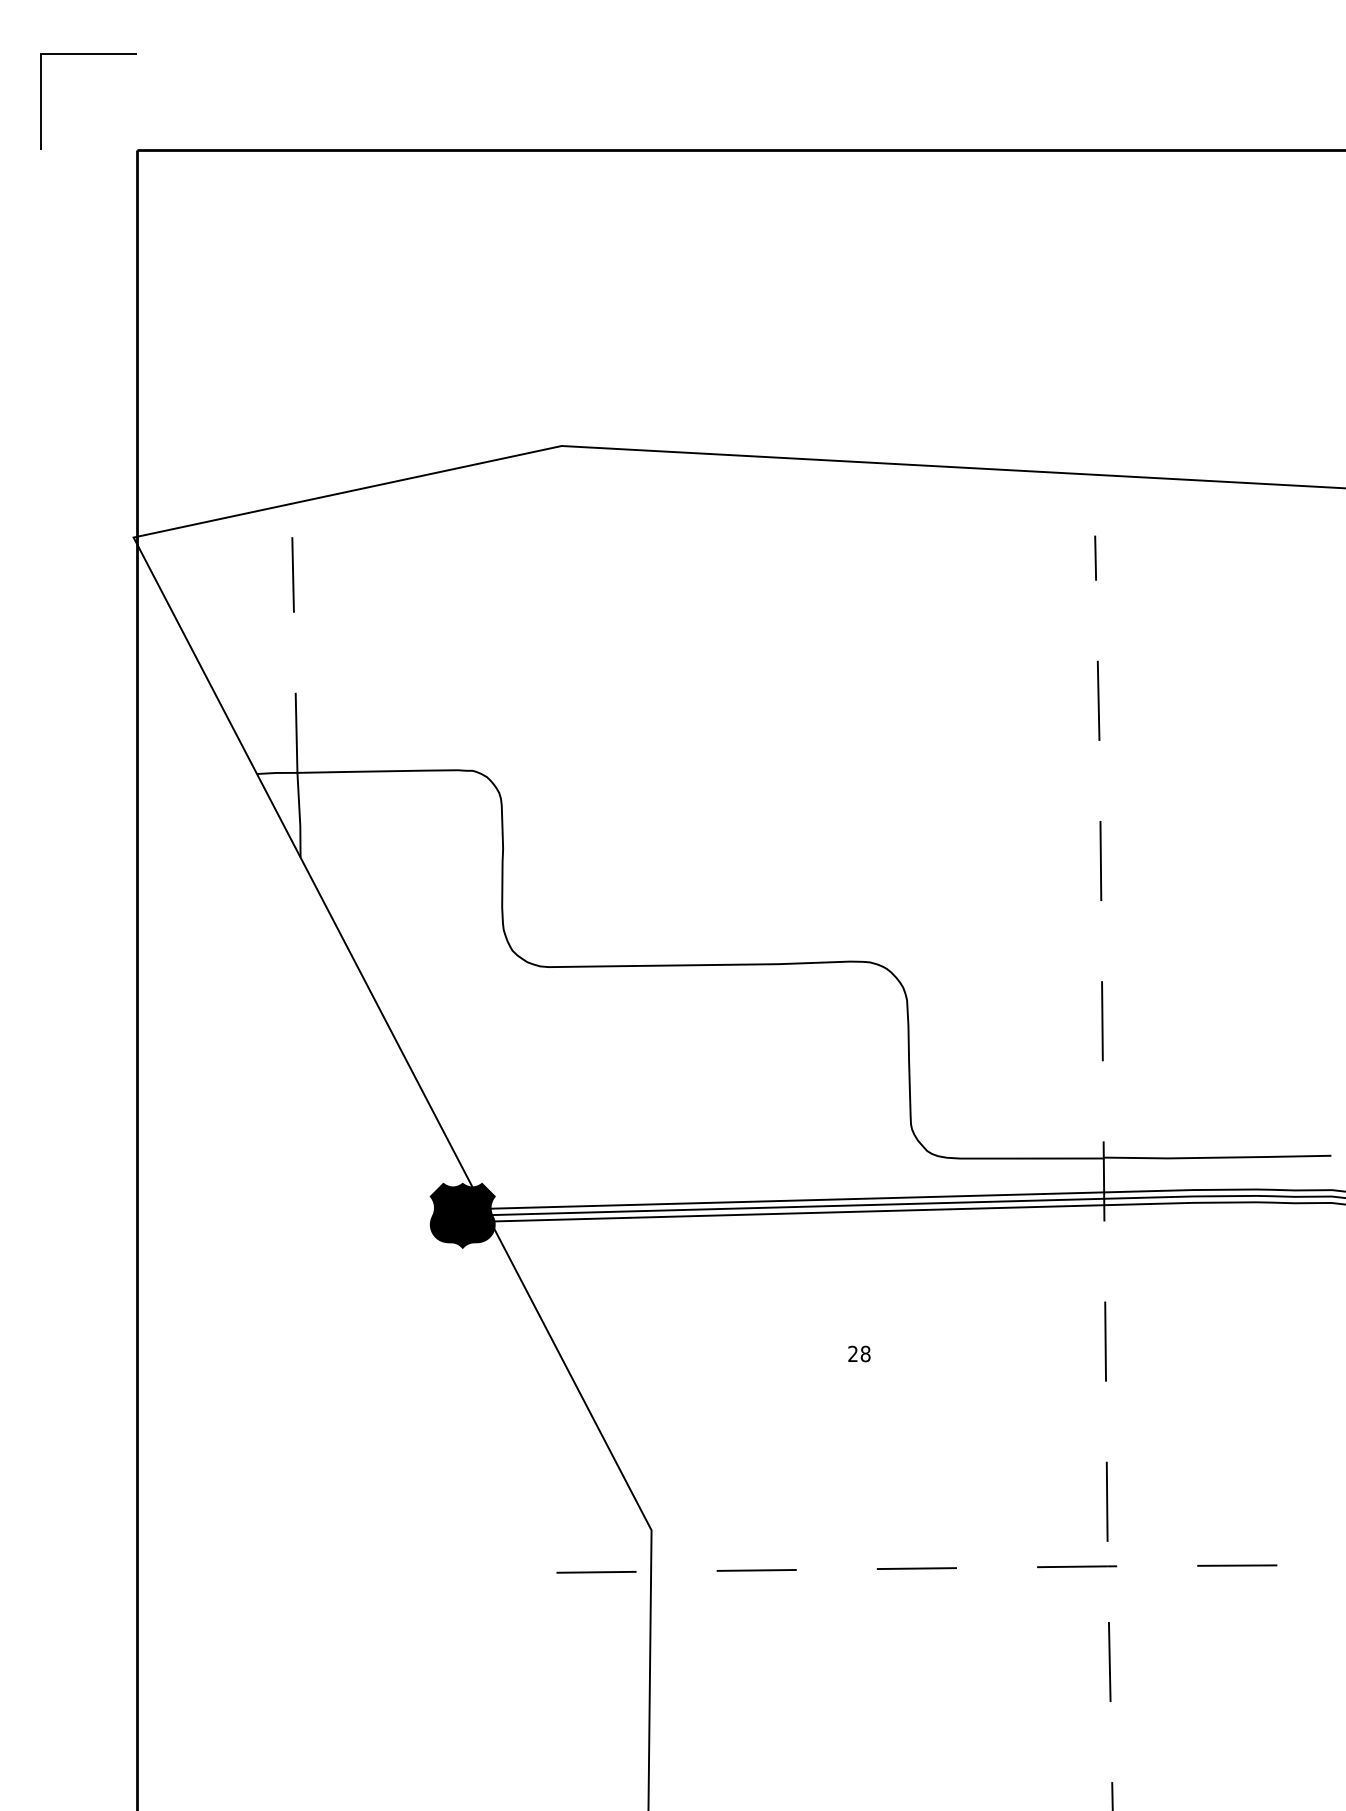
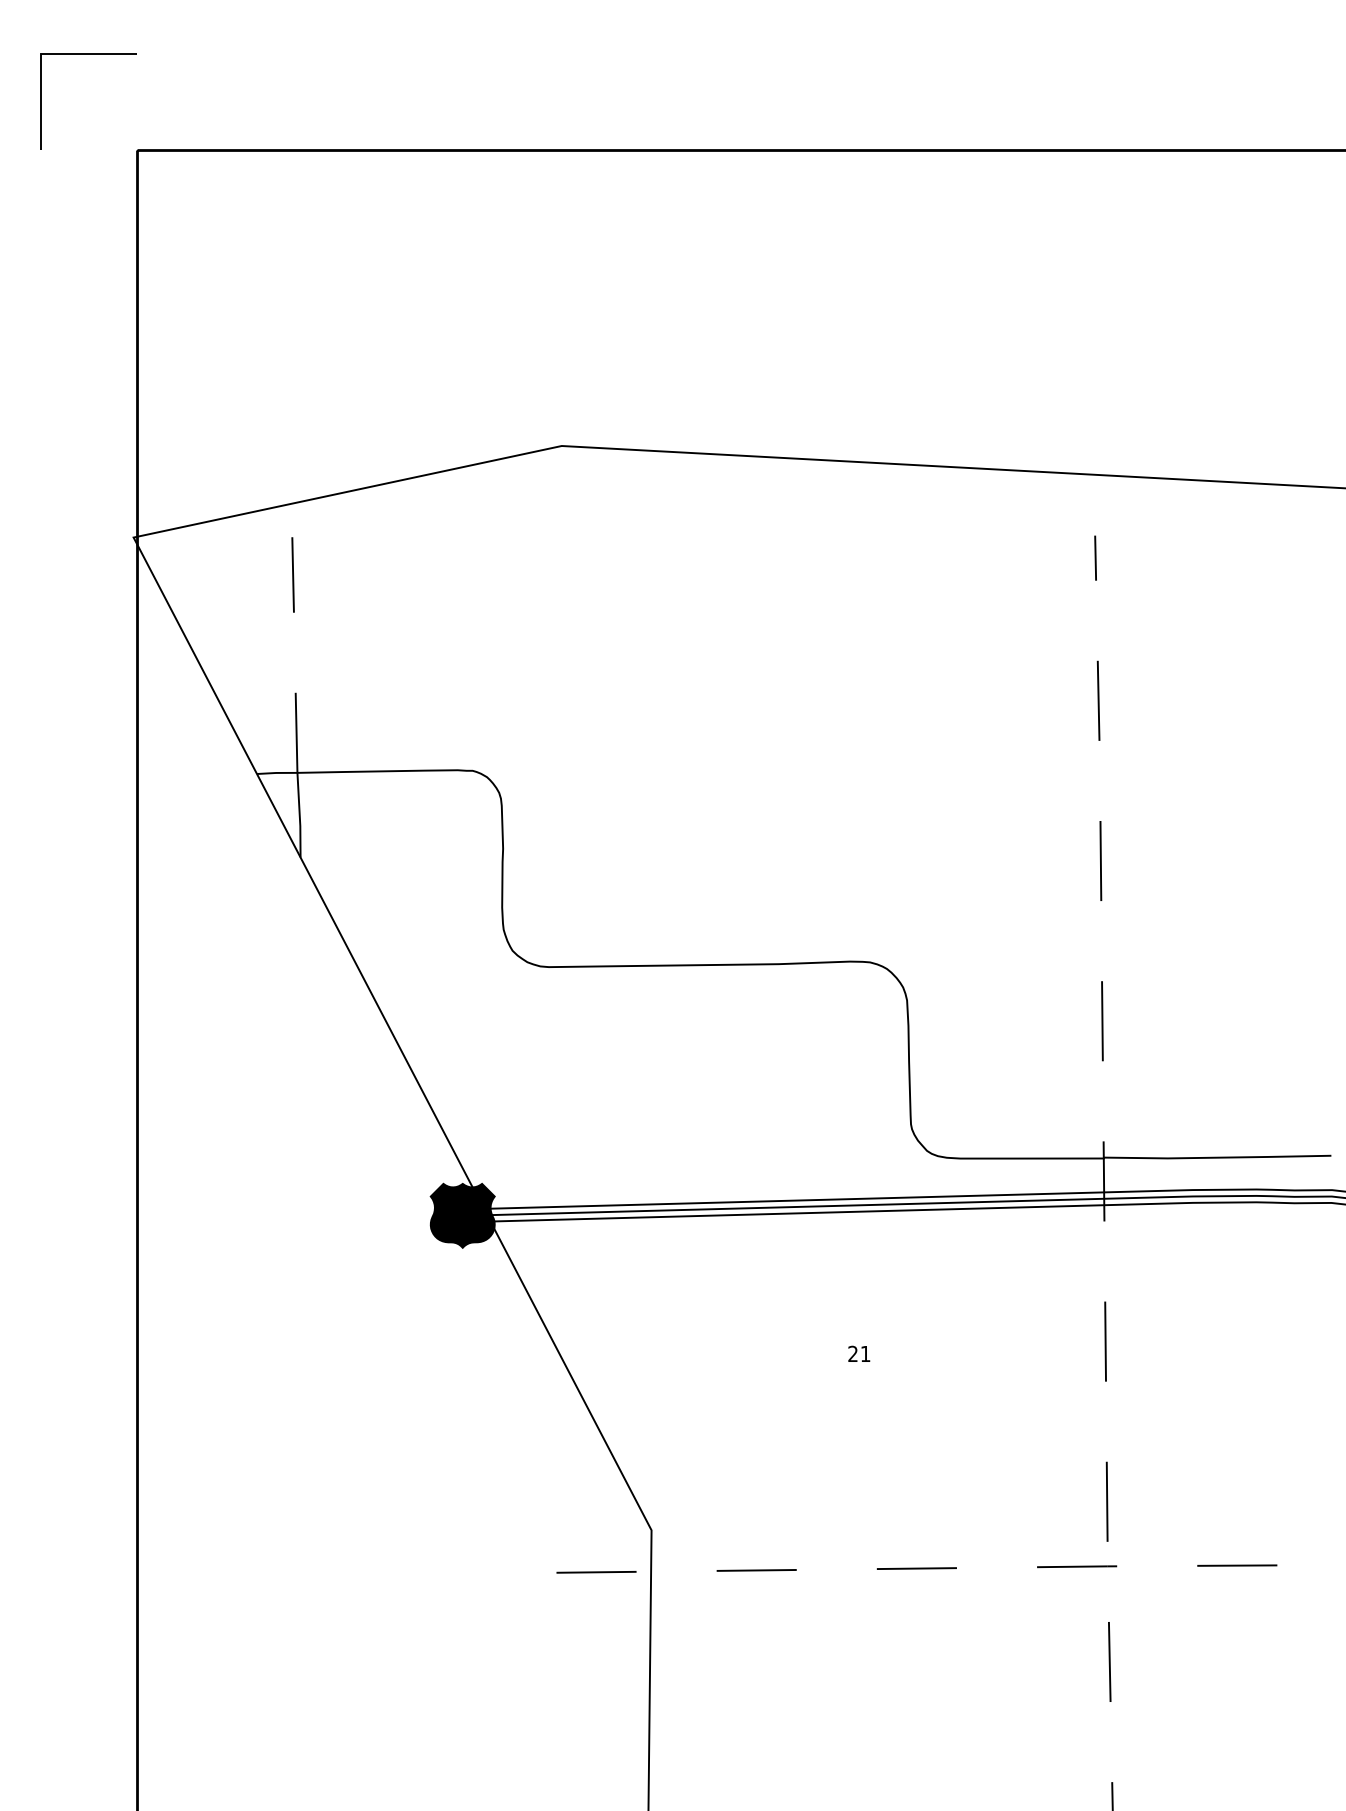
text at (865, 1353): 28 -> 21
